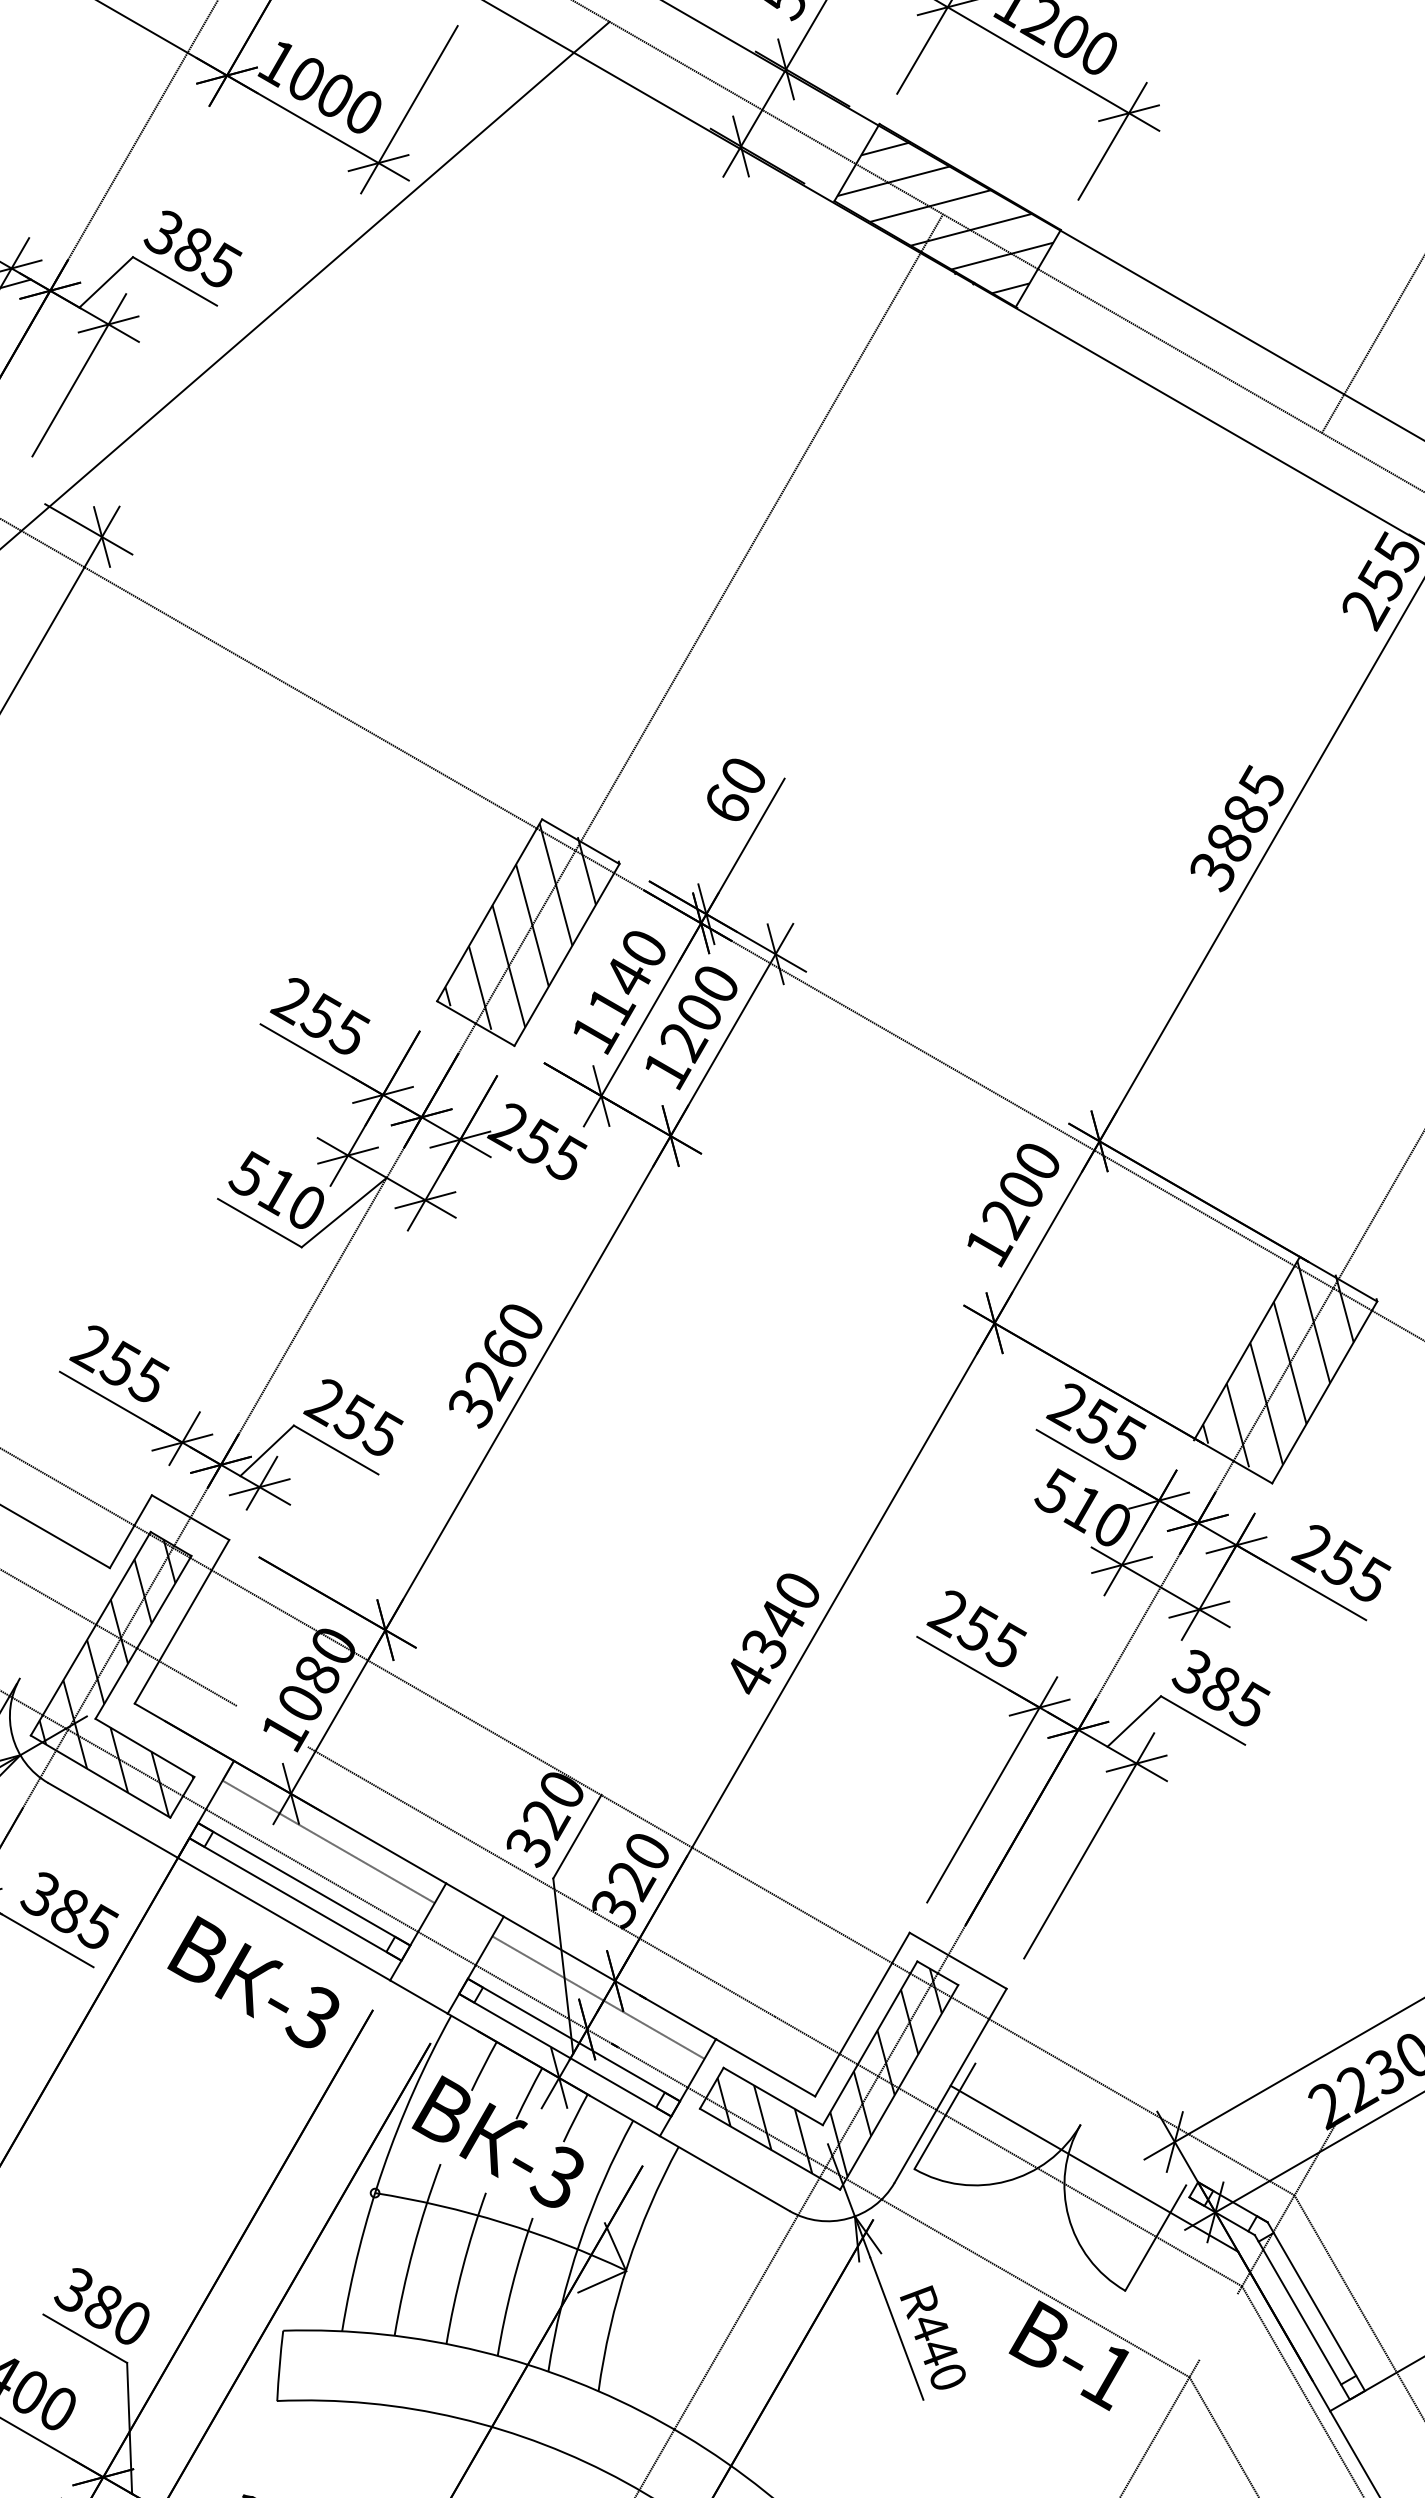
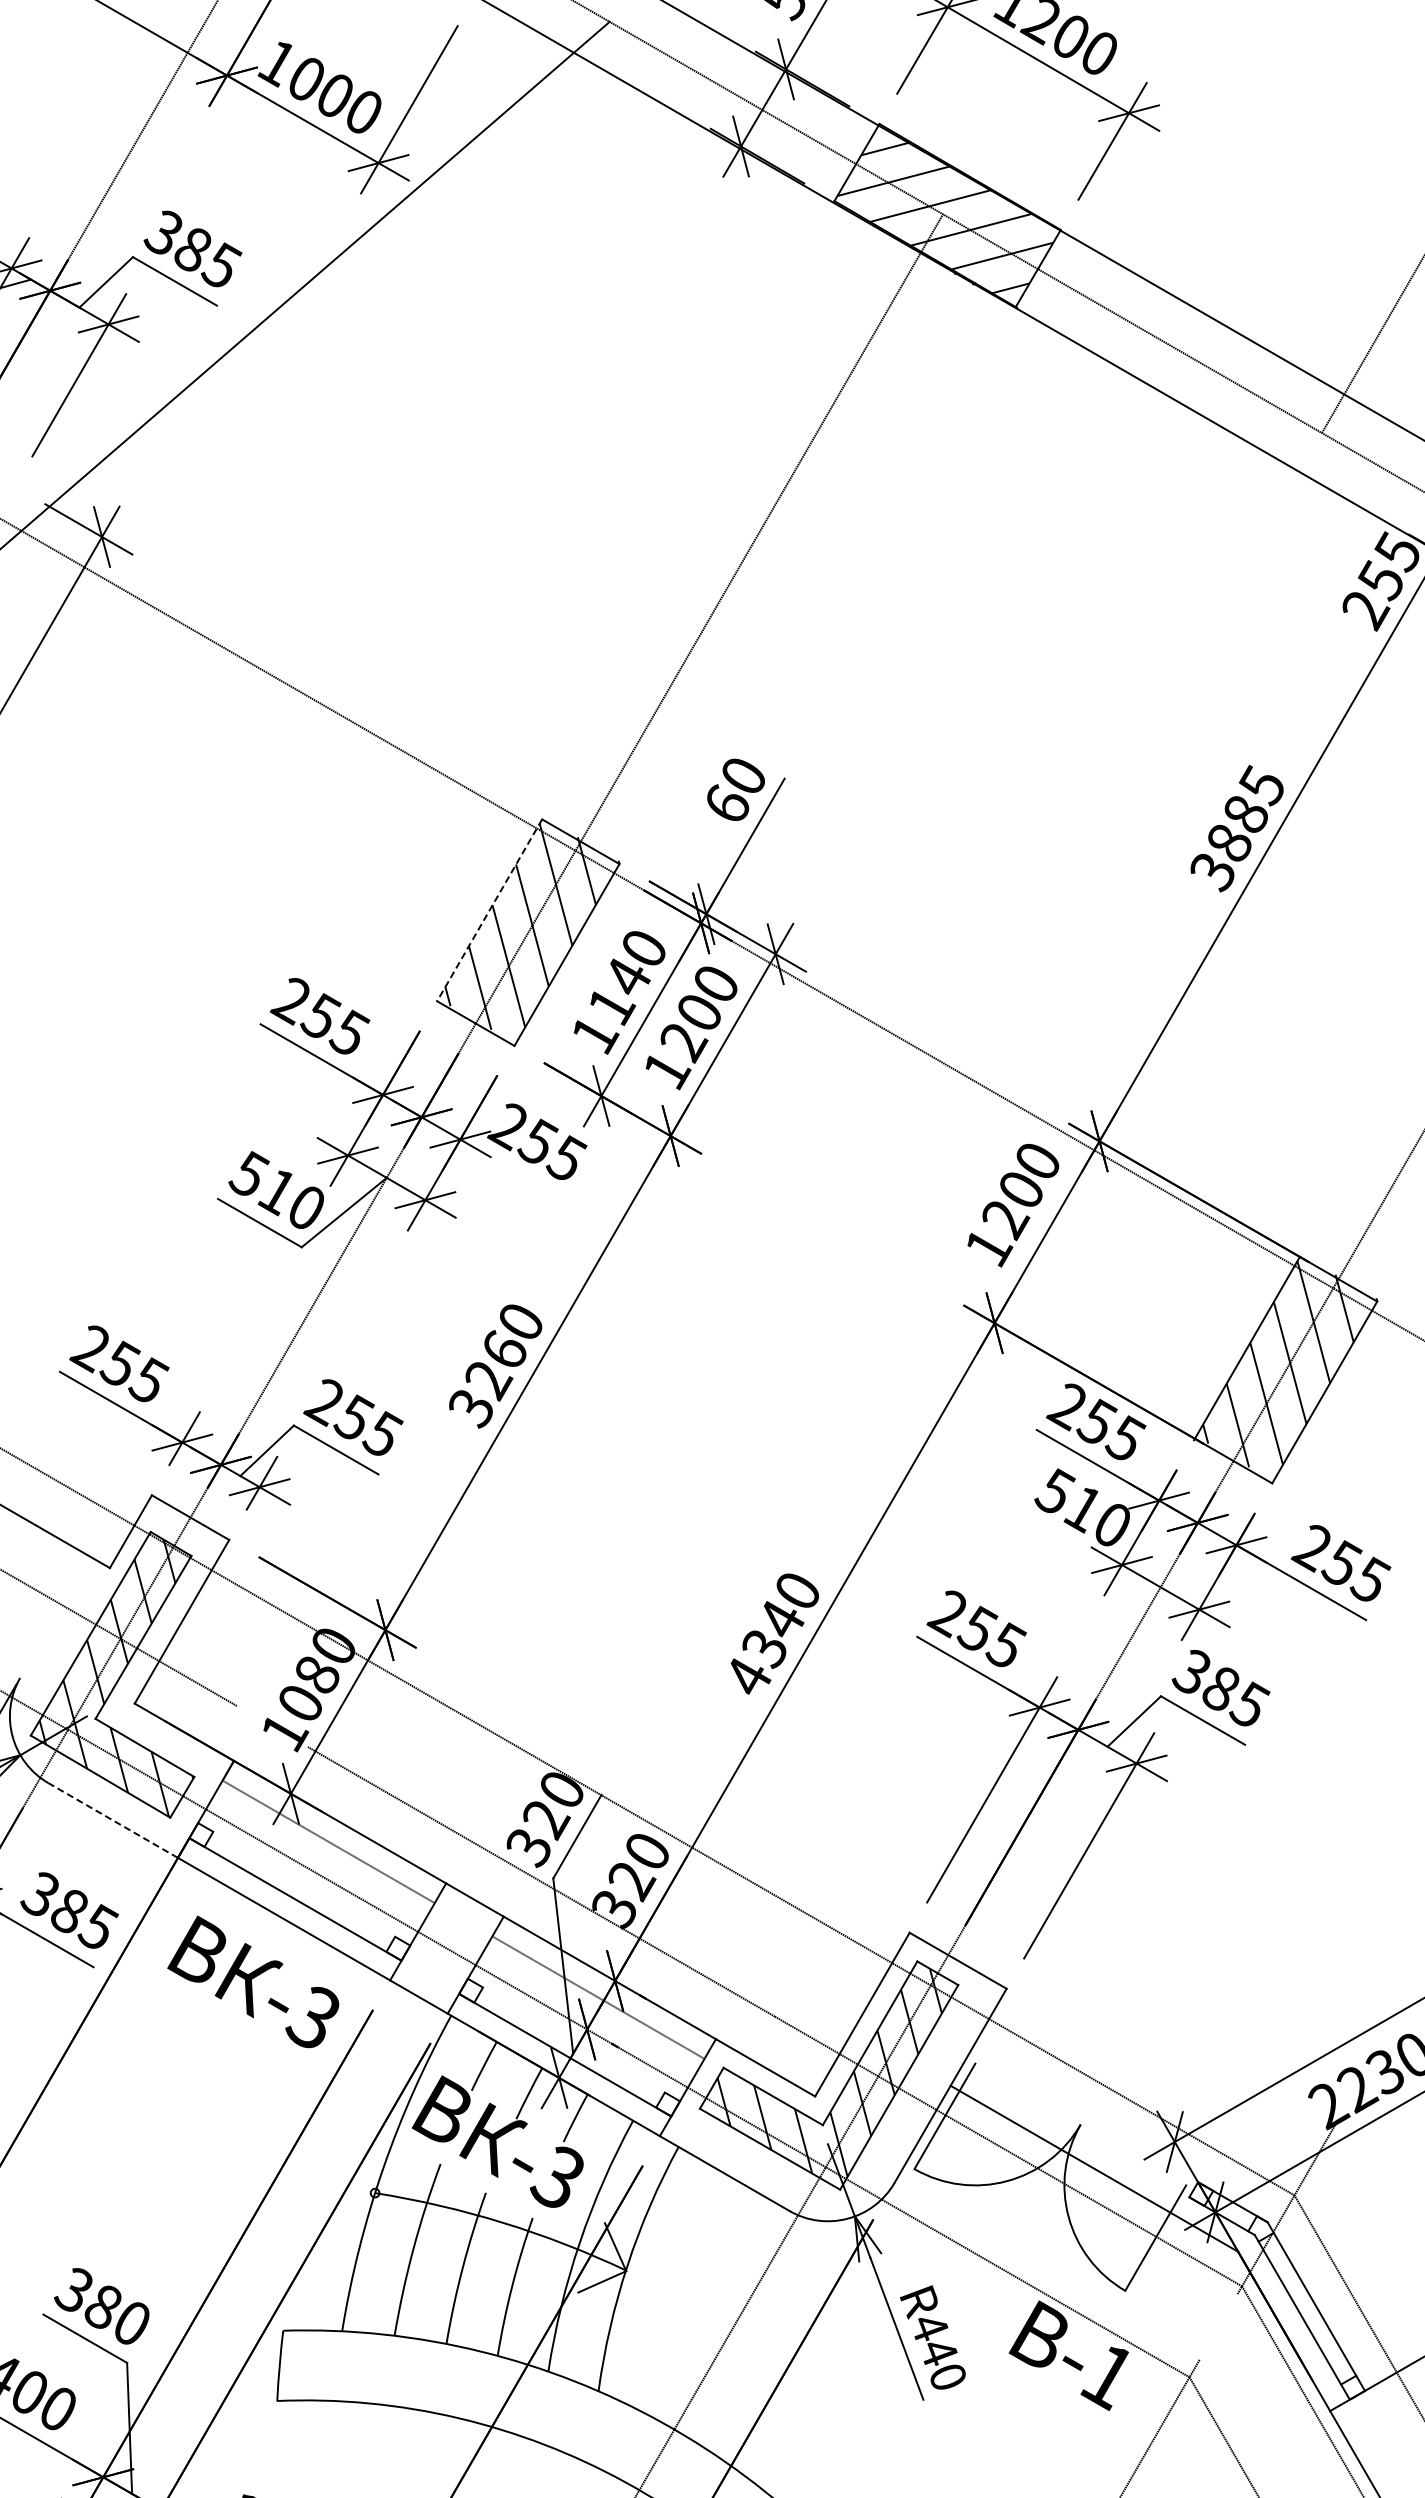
line at (489, 910): solid -> dashed
line at (113, 1820): solid -> dashed
line at (304, 1884): present -> none
line at (573, 2039): present -> none
